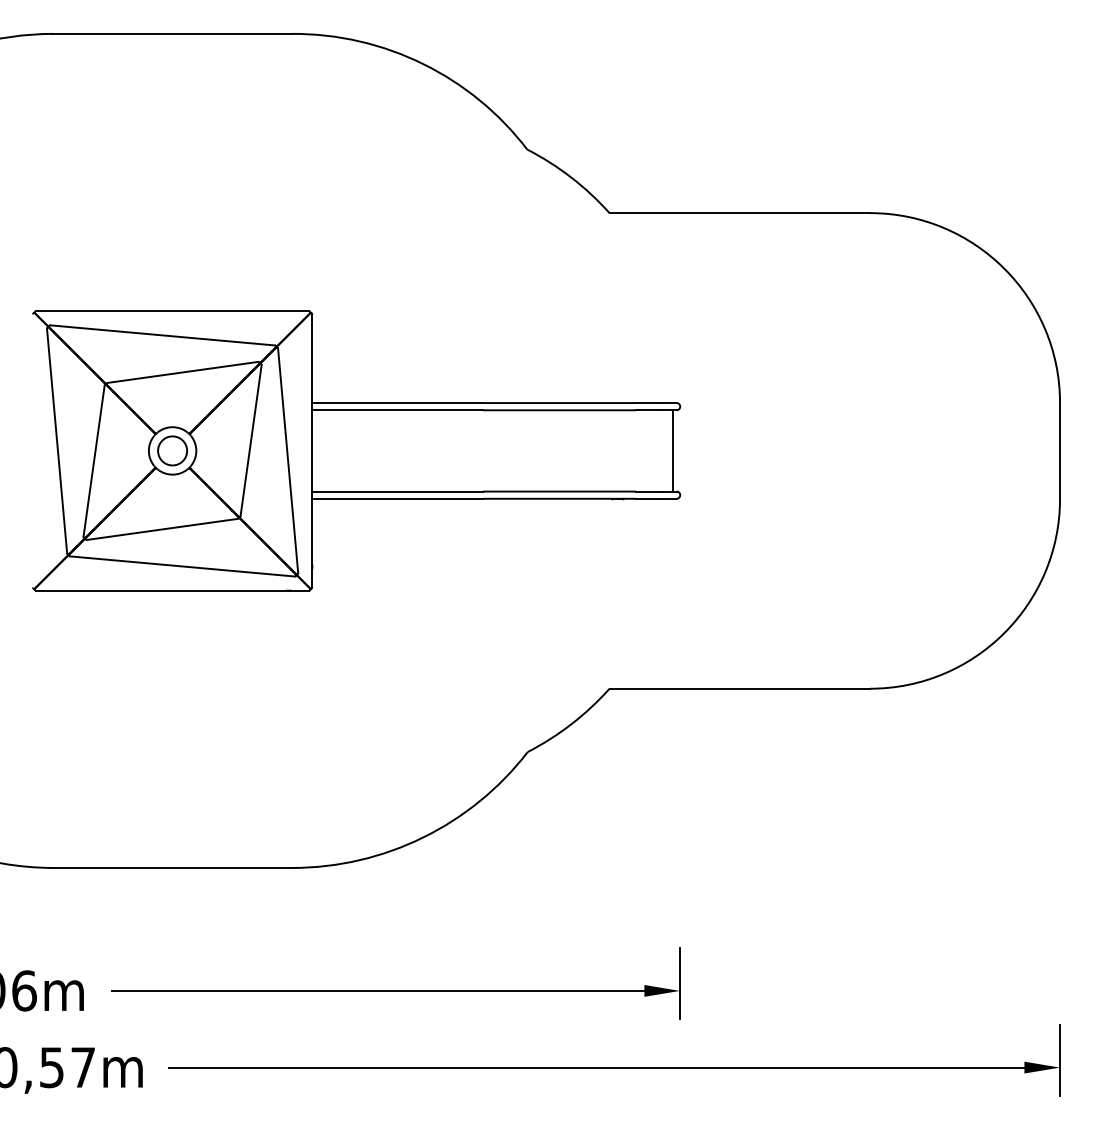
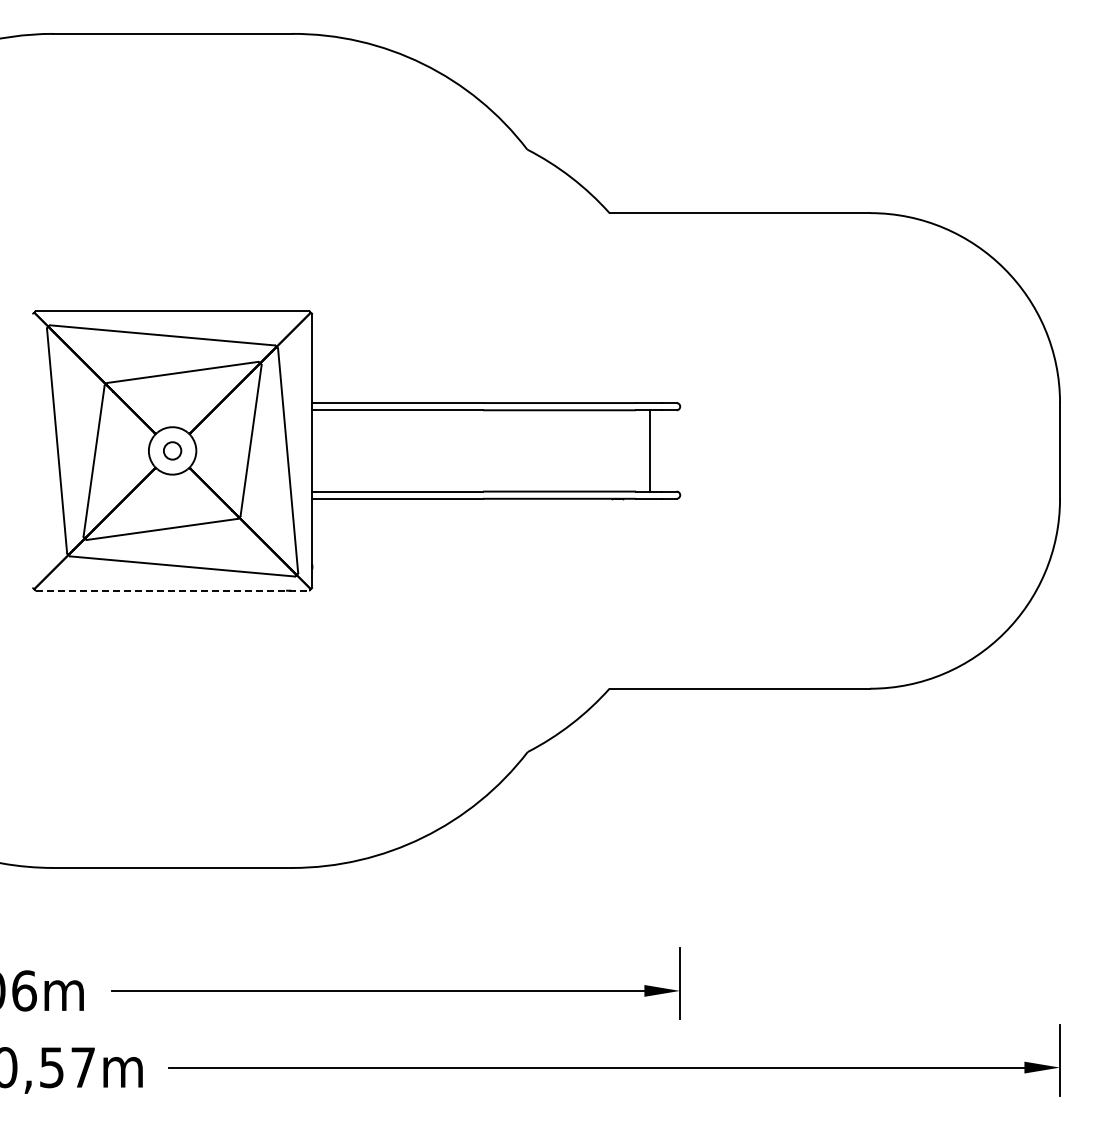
circle at (172, 450) diameter: 29 px -> 17 px
line at (673, 450) position: (673, 450) -> (650, 450)
line at (172, 590): solid -> dashed
